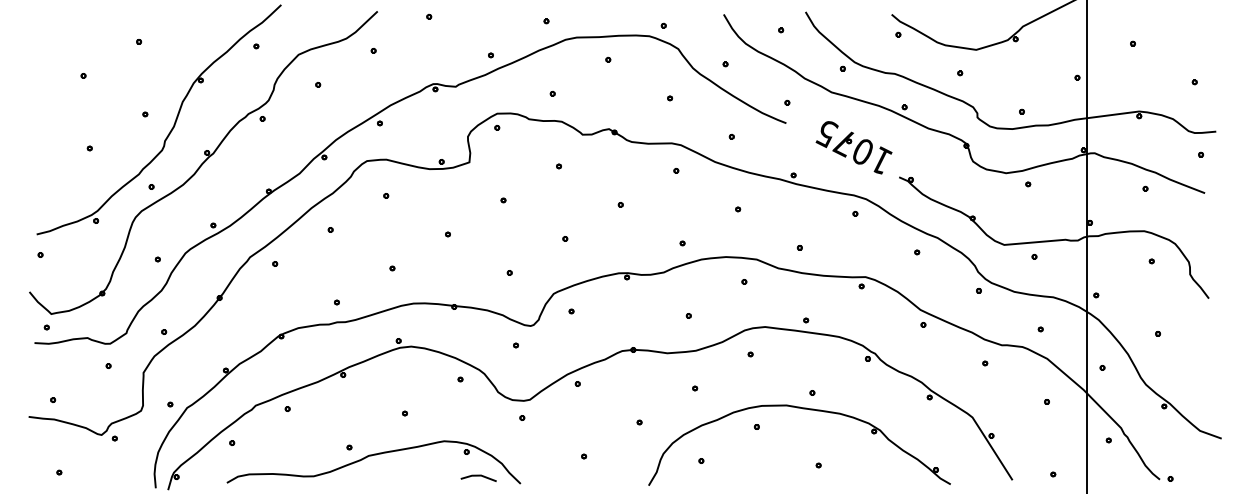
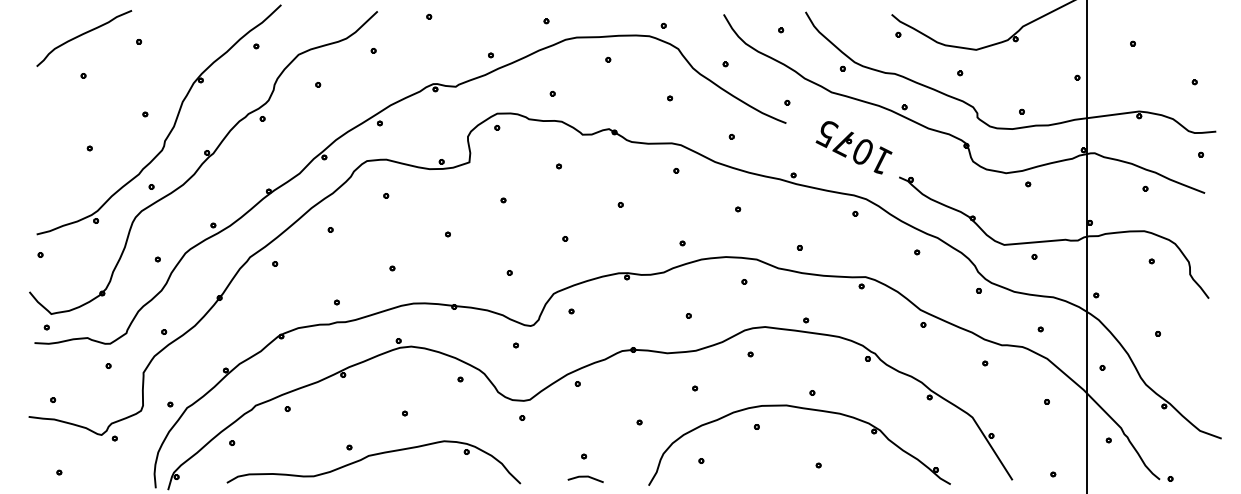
curve at (82, 35): none -> present
line at (478, 476) position: (478, 476) -> (585, 477)
